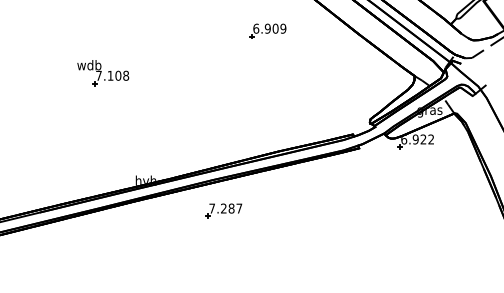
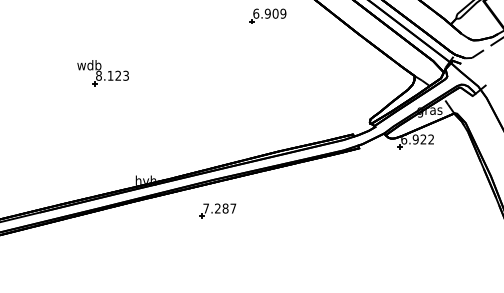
part at (267, 30) position: (267, 30) -> (267, 15)
text at (112, 75): 7.108 -> 8.123
part at (223, 210) position: (223, 210) -> (217, 210)
